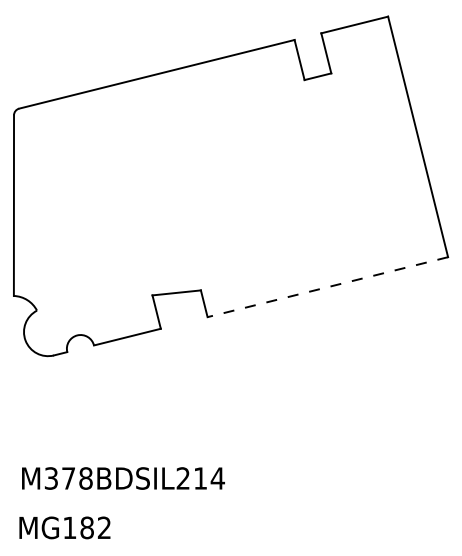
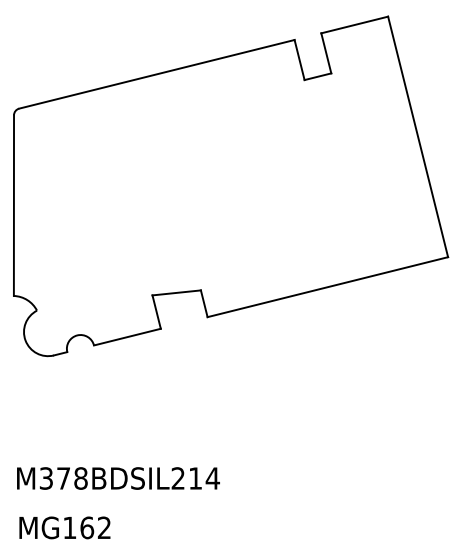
line at (327, 287): dashed -> solid
text at (123, 478) position: (123, 478) -> (118, 478)
text at (87, 527): MG182 -> MG162
